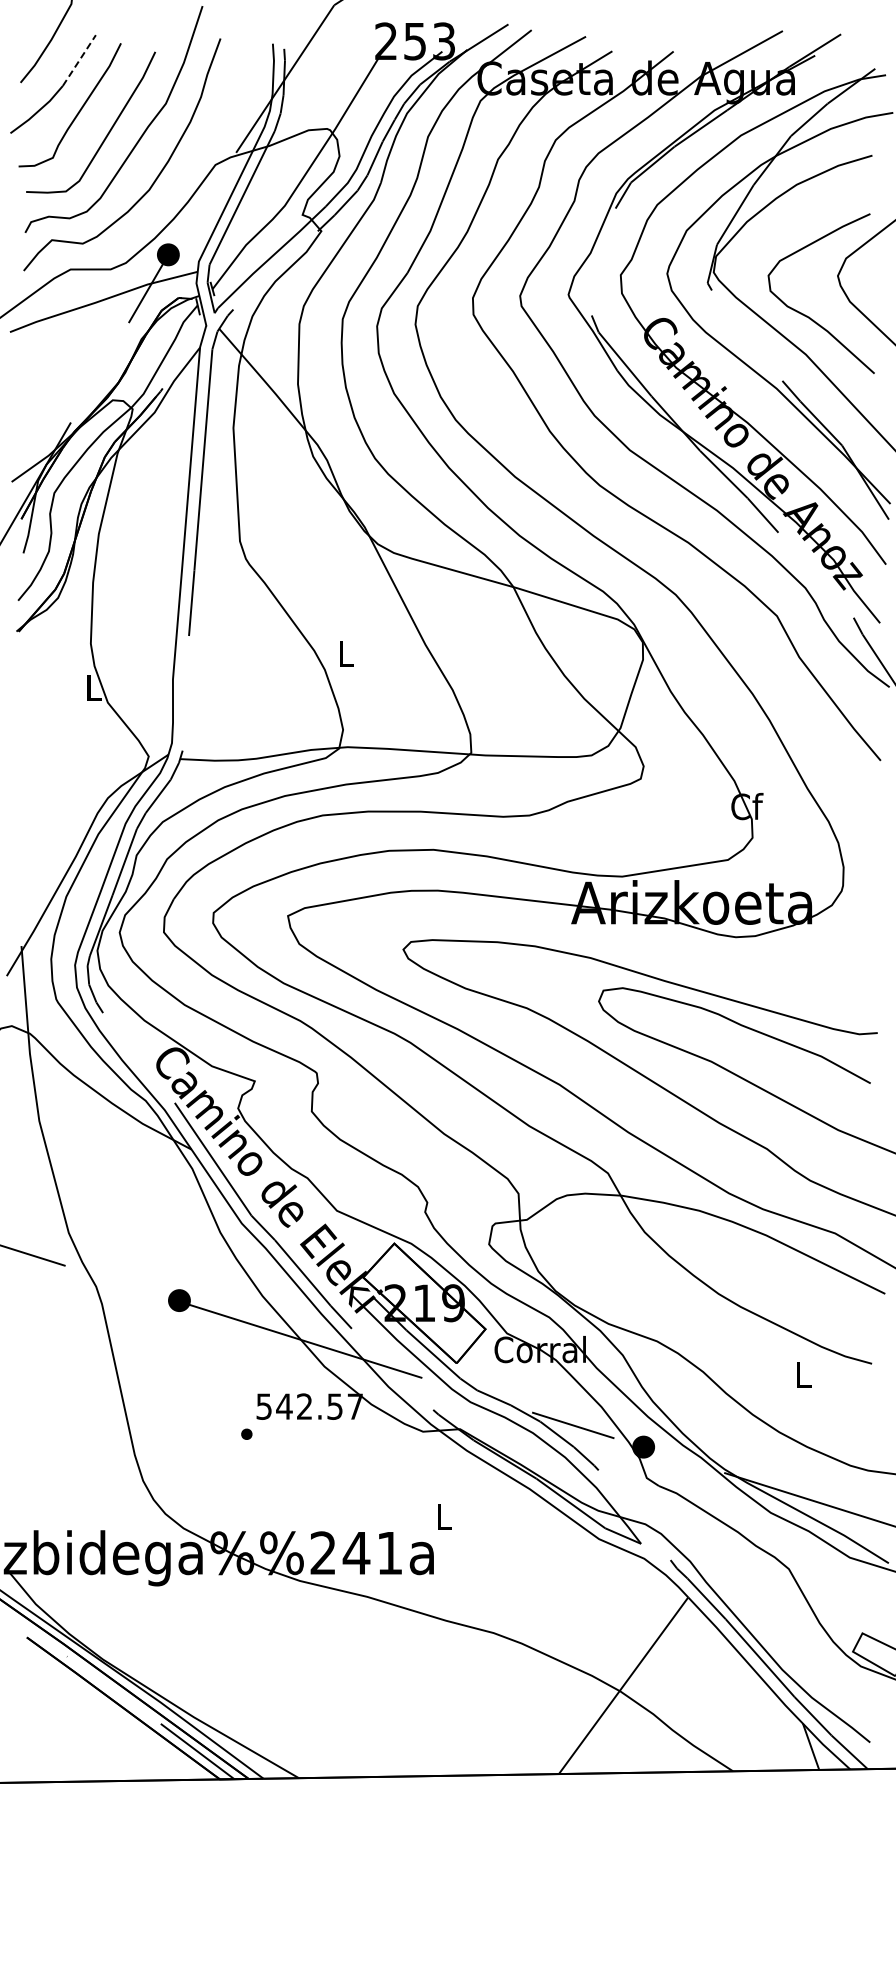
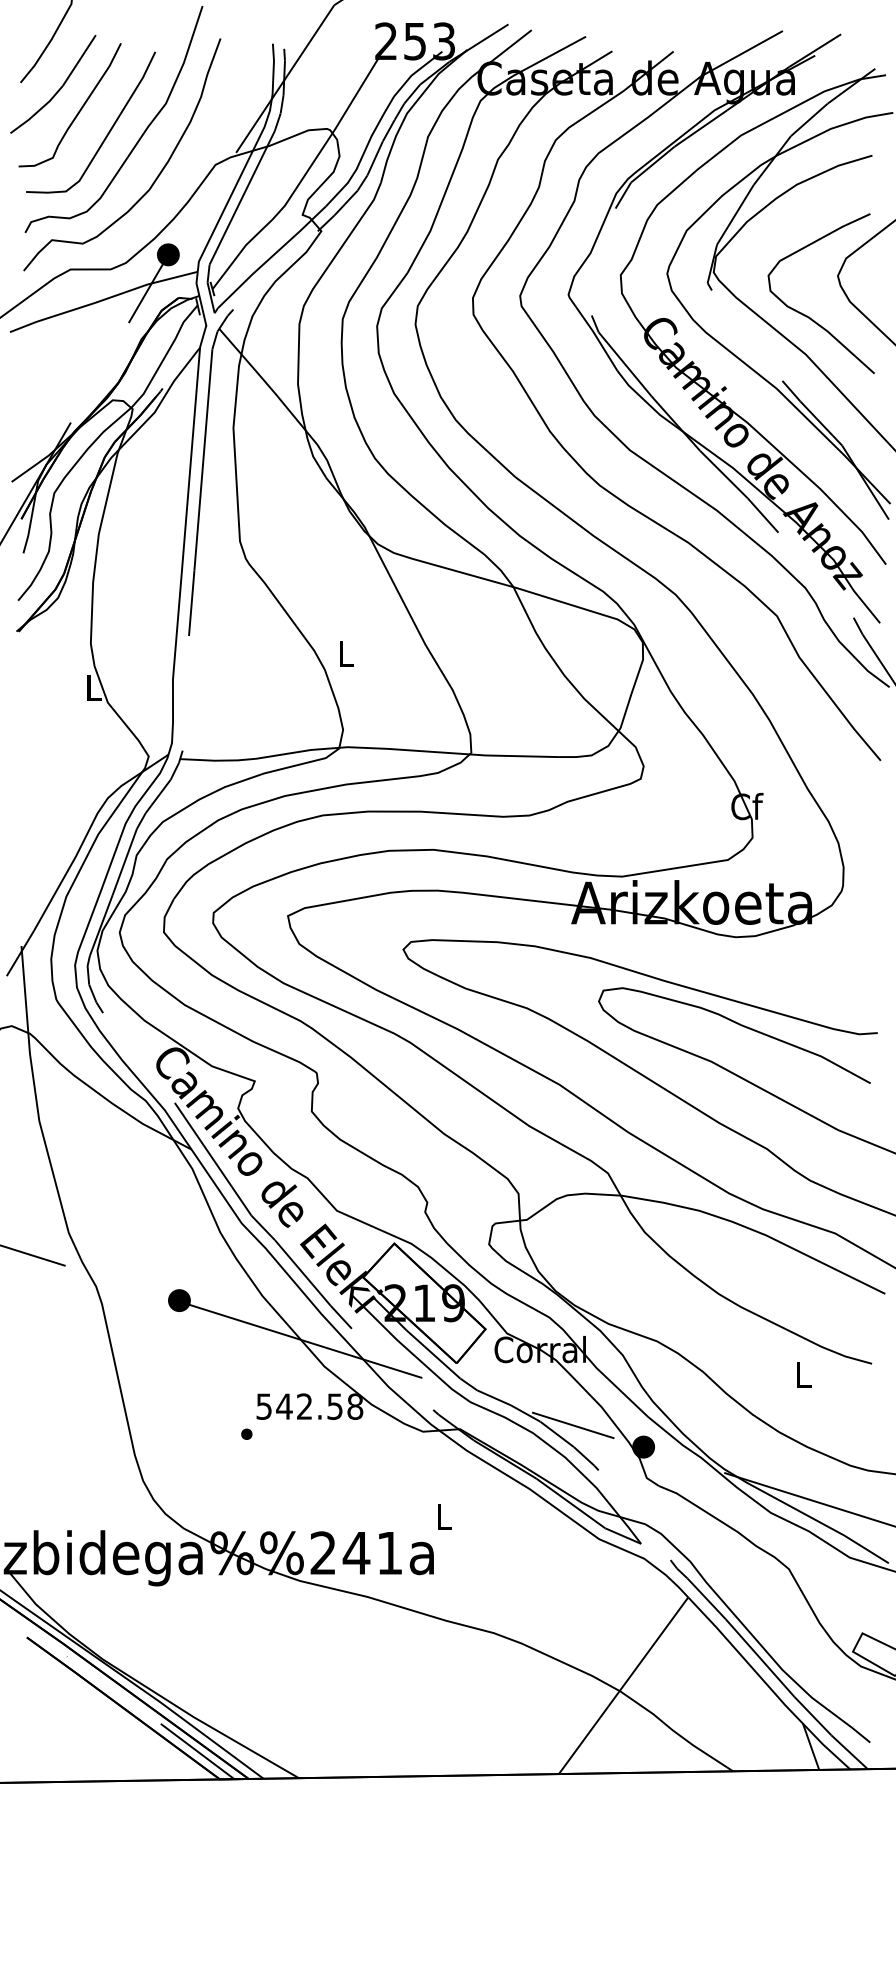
line at (79, 60): dashed -> solid
text at (355, 1406): 542.57 -> 542.58
